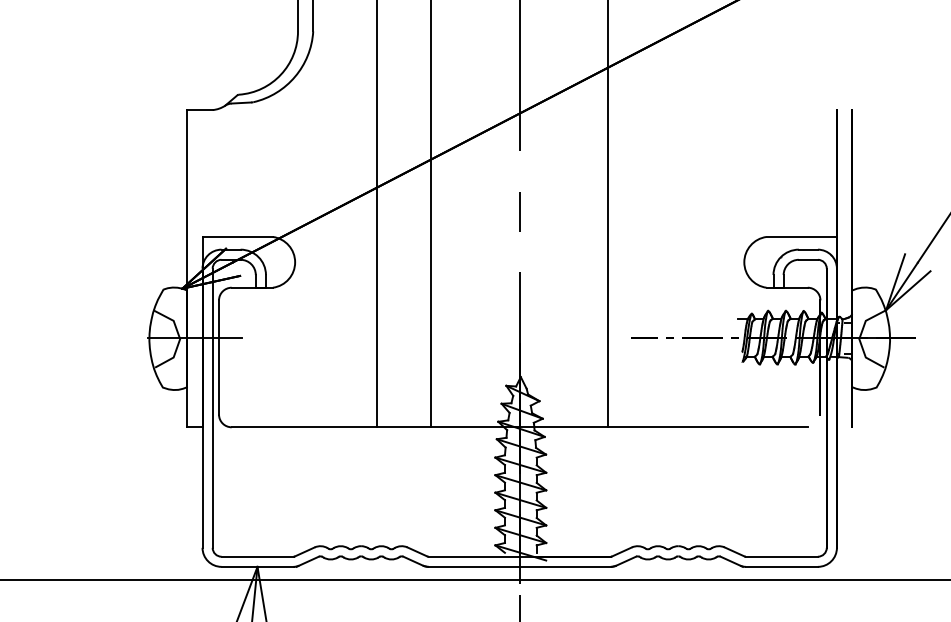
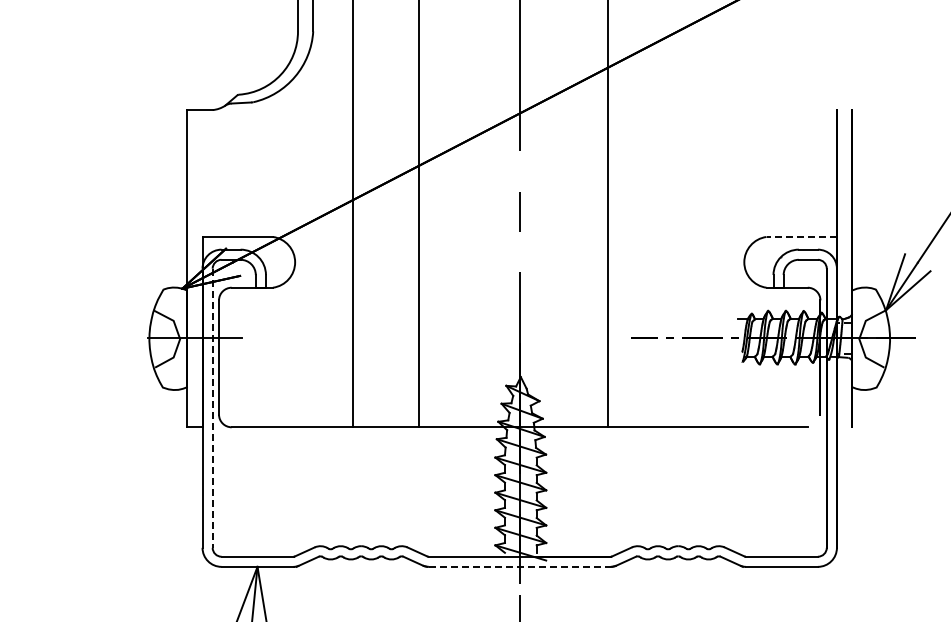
line at (377, 214) position: (377, 214) -> (353, 214)
line at (431, 214) position: (431, 214) -> (419, 214)
line at (801, 236): solid -> dashed
line at (212, 408): solid -> dashed
line at (519, 566): solid -> dashed
line at (474, 579): present -> none
